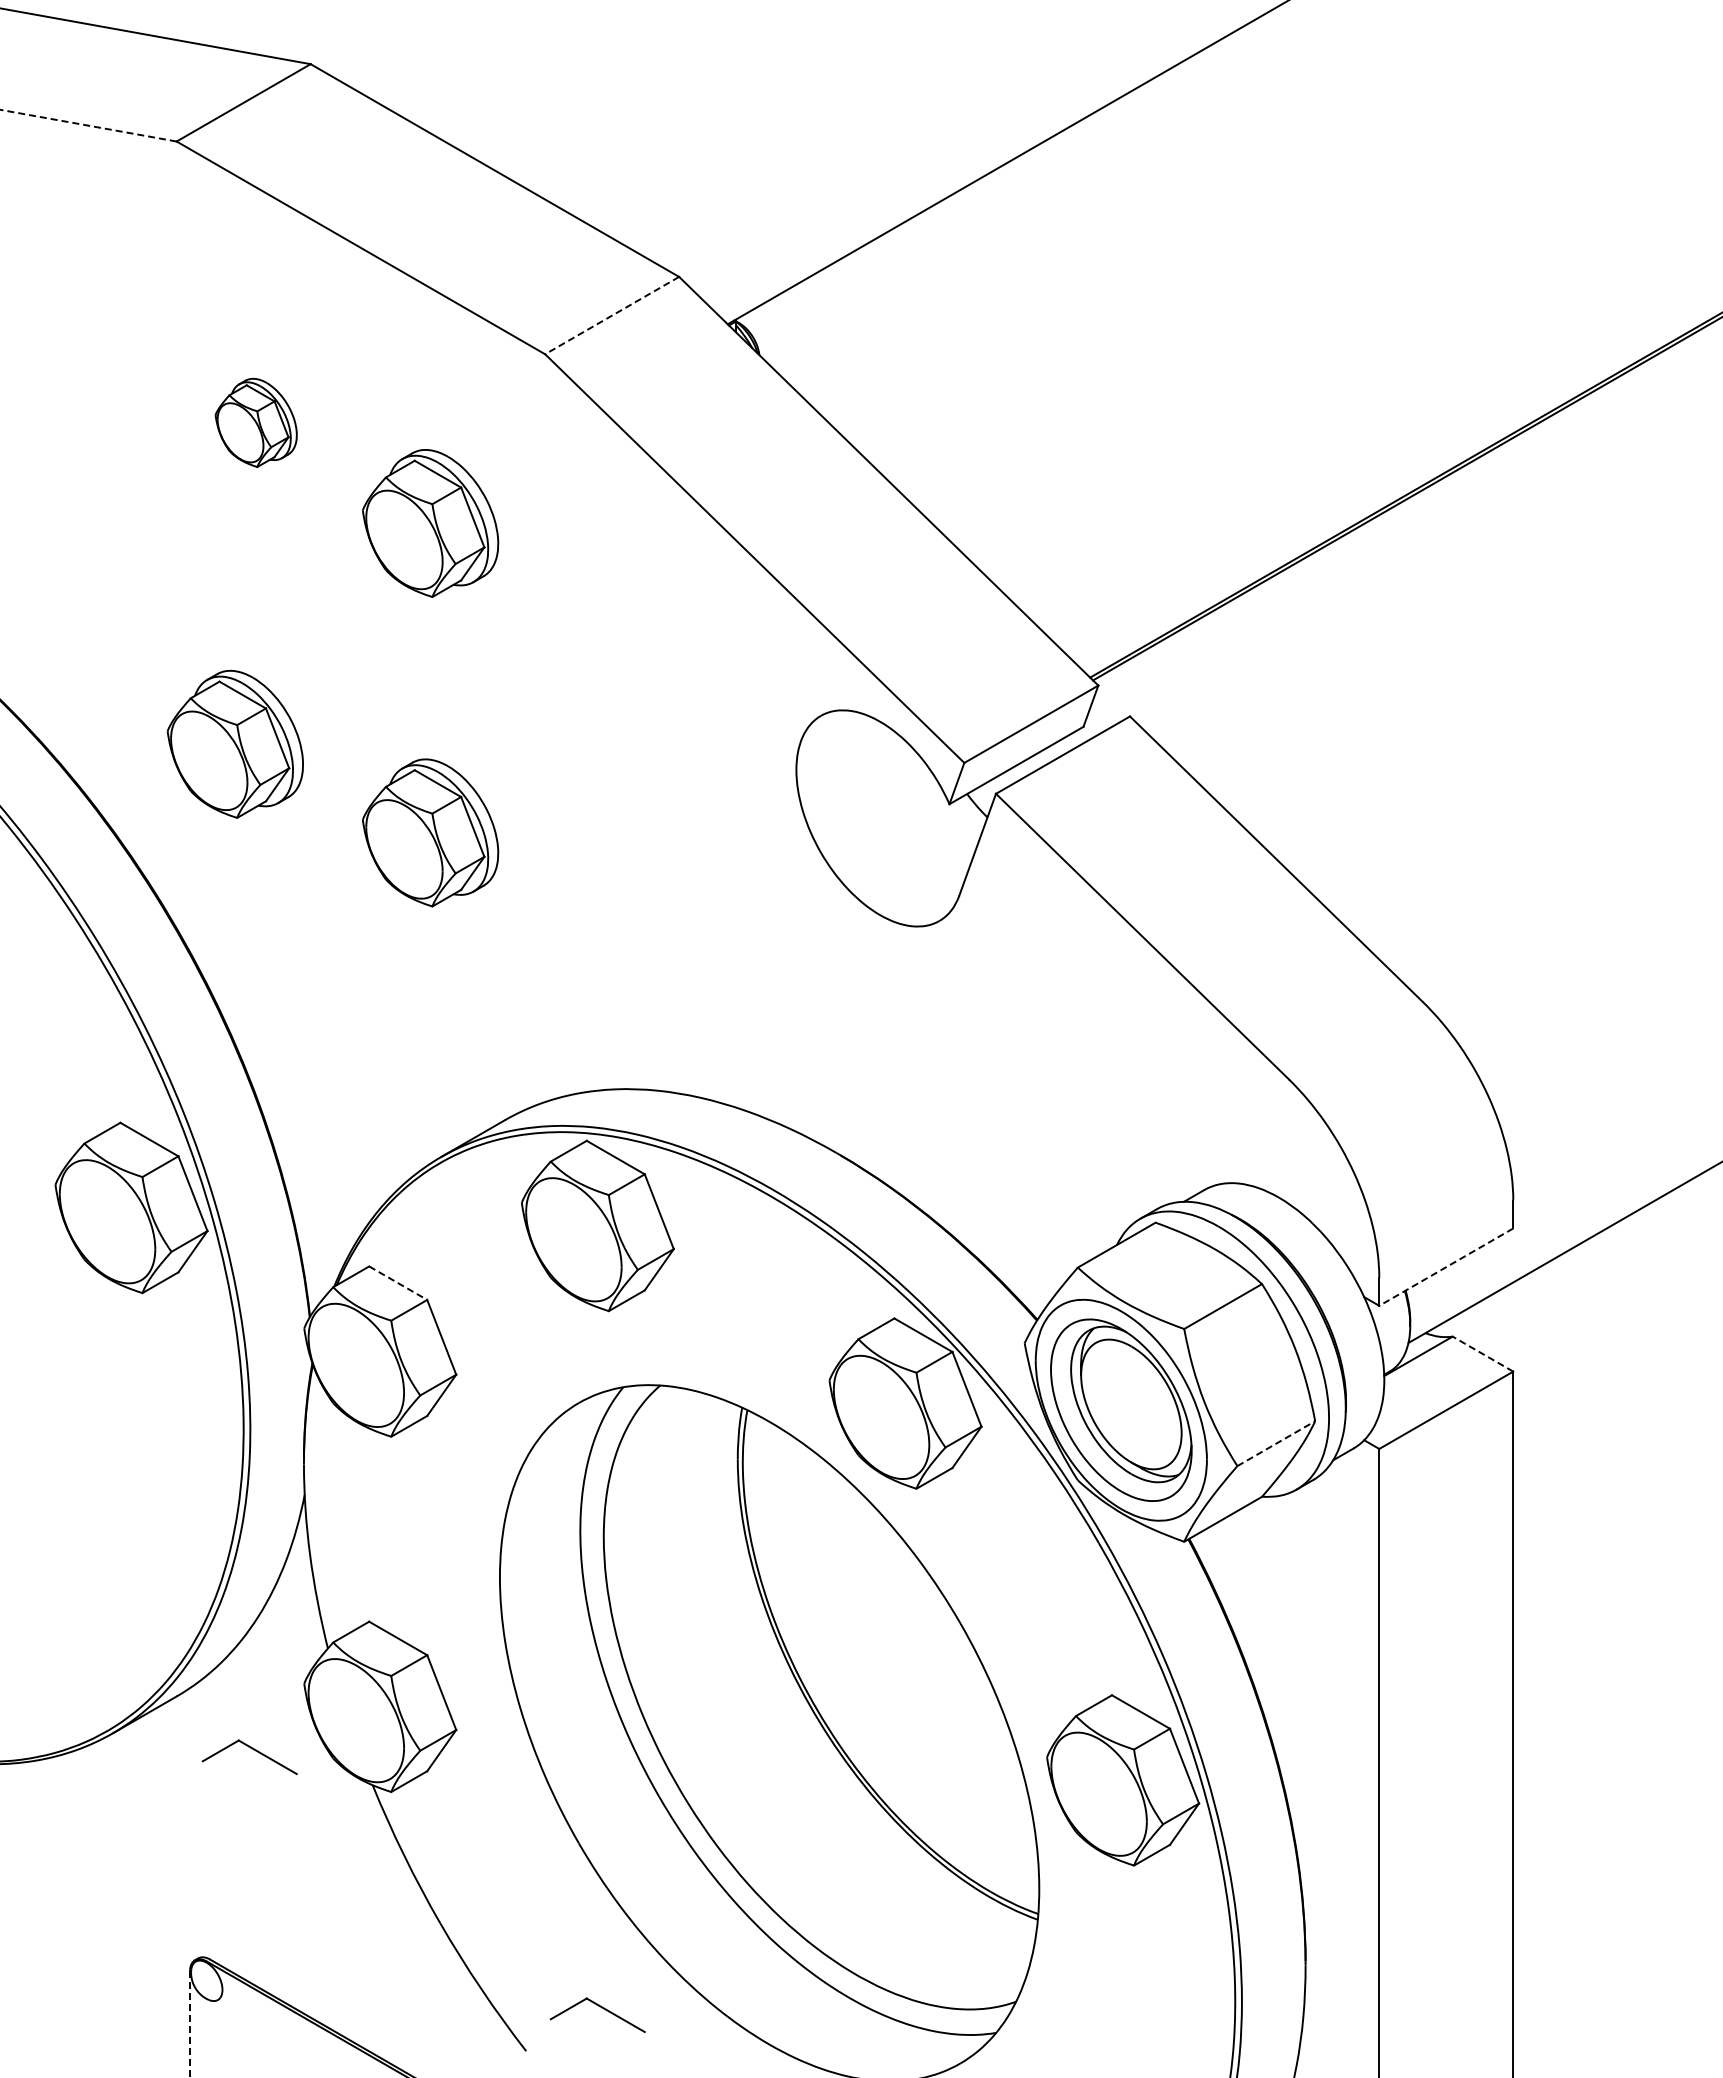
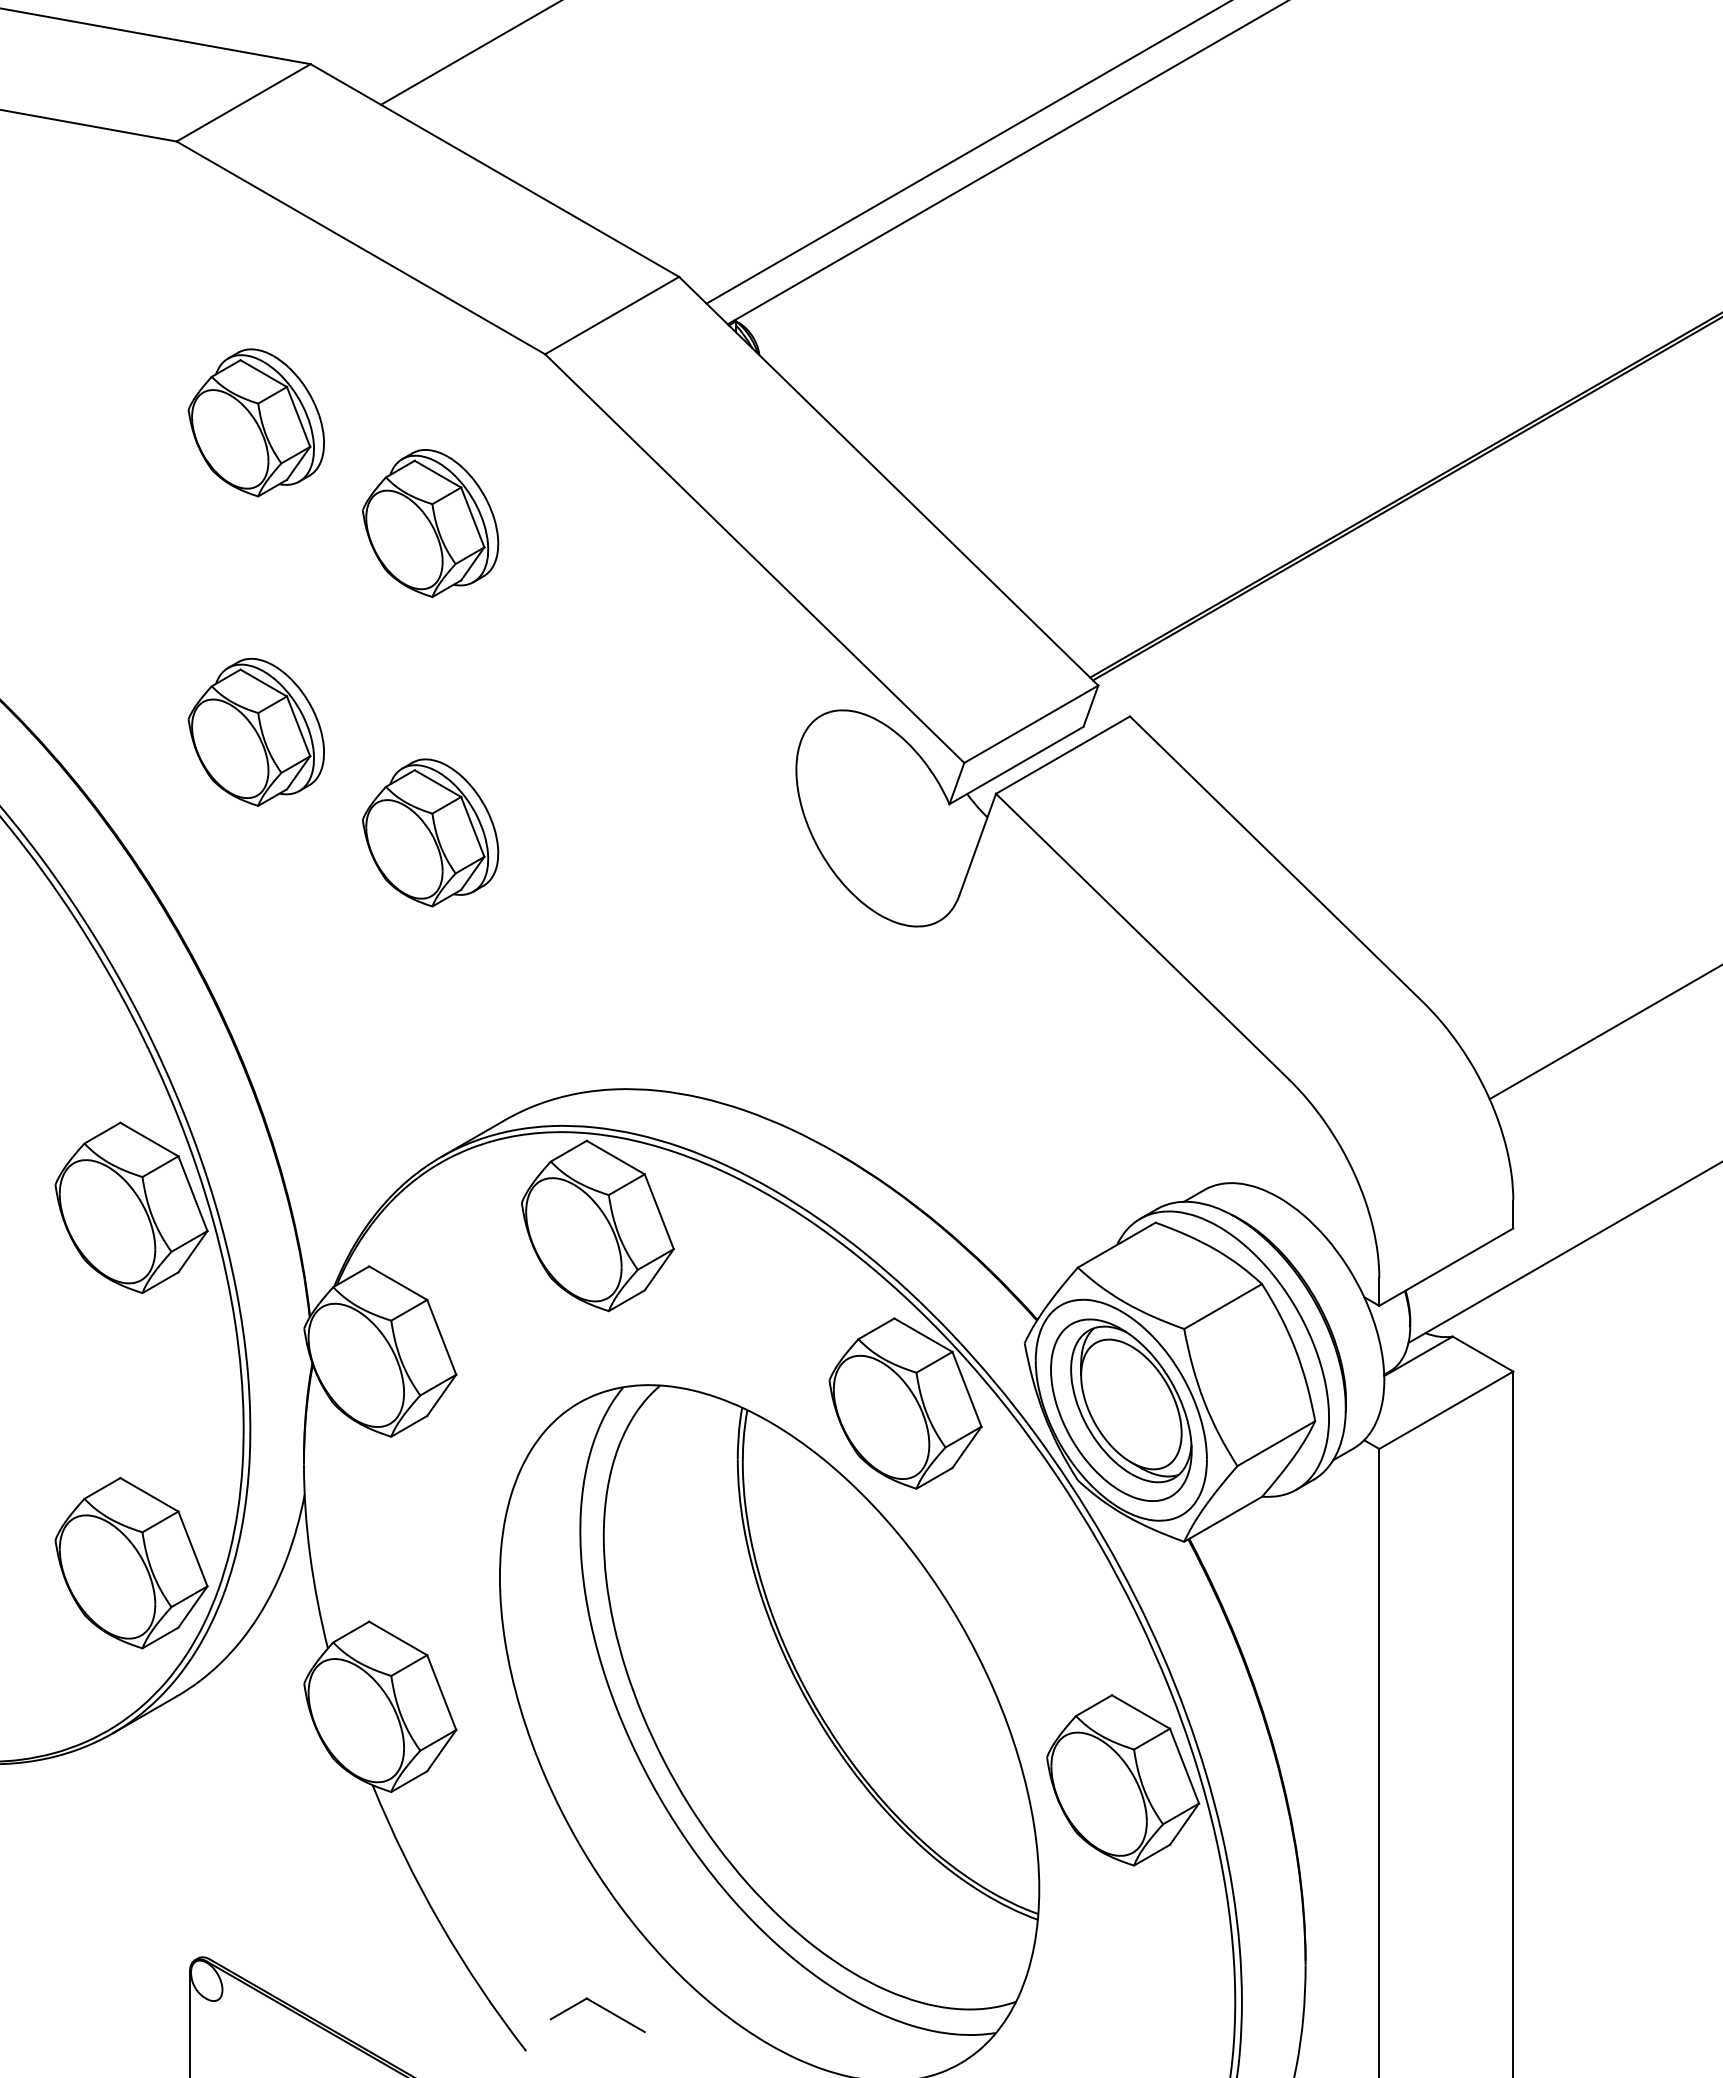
line at (469, 53): none -> present
line at (88, 125): dashed -> solid
line at (967, 152): none -> present
line at (611, 315): dashed -> solid
part at (255, 422) size: 84x92 px -> 138x150 px
part at (234, 743) position: (234, 743) -> (255, 731)
line at (1604, 1032): none -> present
line at (1445, 1267): dashed -> solid
line at (398, 1283): dashed -> solid
line at (1482, 1354): dashed -> solid
line at (1276, 1443): dashed -> solid
part at (131, 1562): none -> present
part at (253, 1750): present -> none
line at (190, 2024): dashed -> solid
